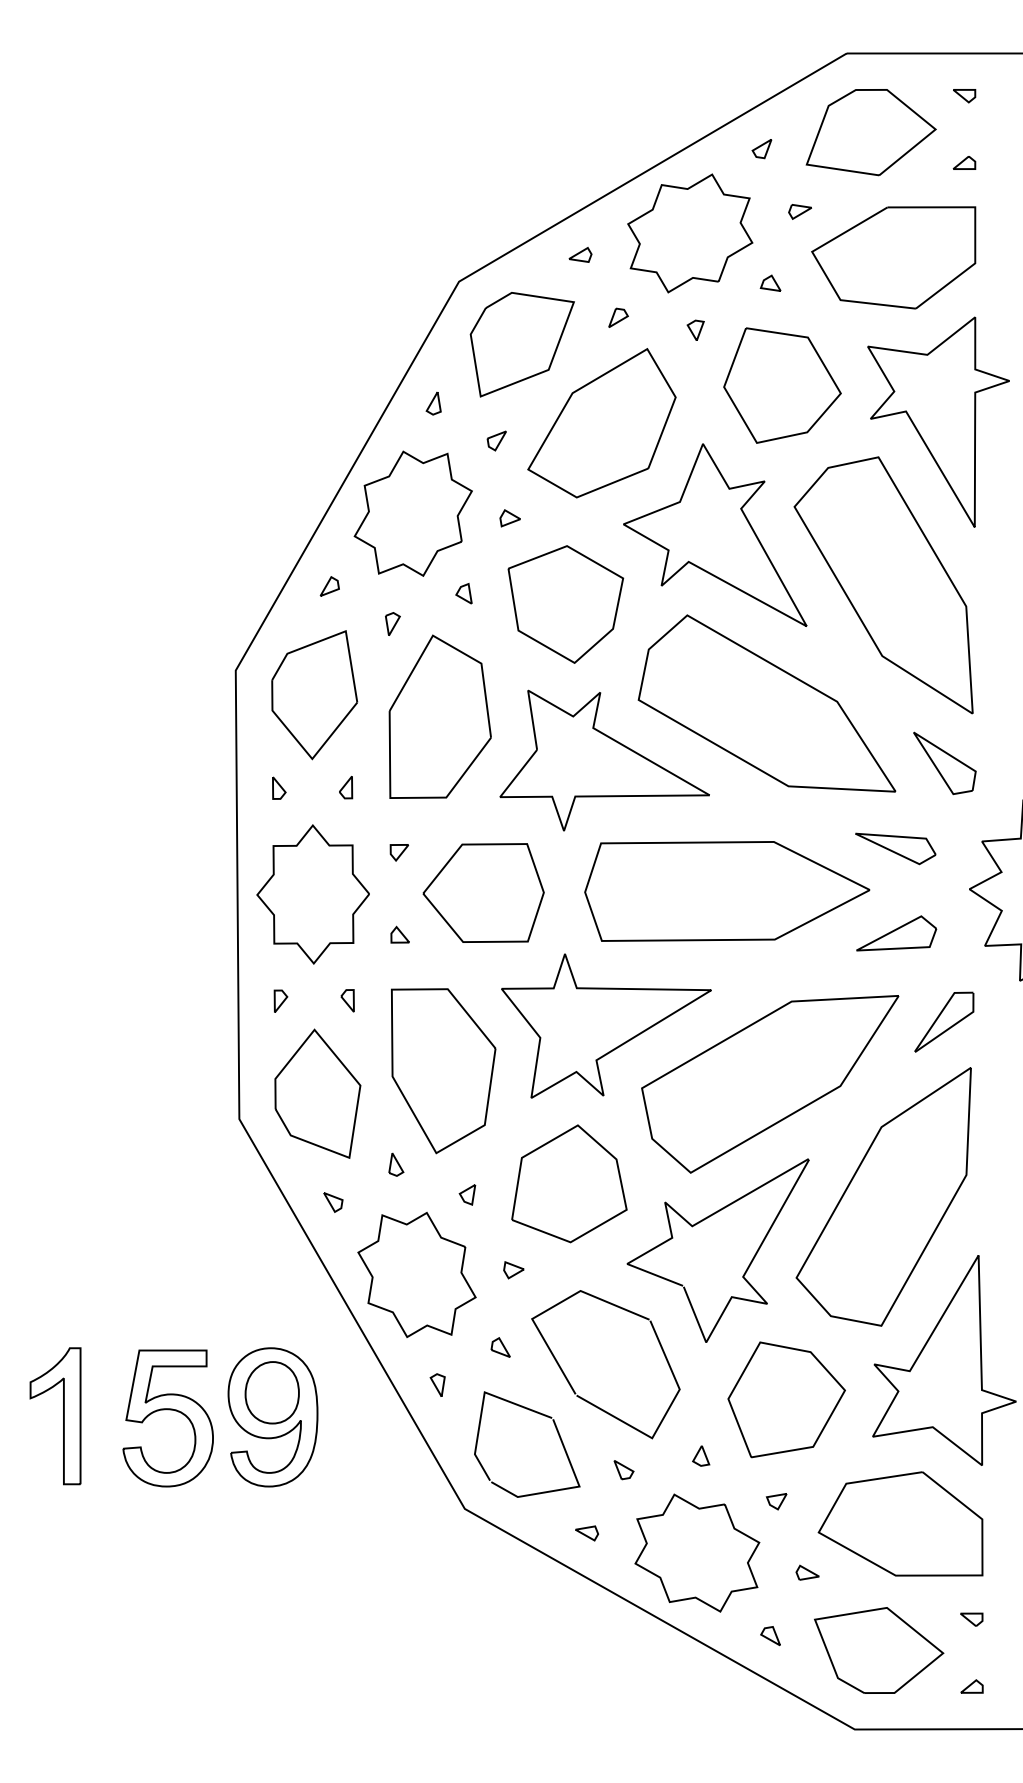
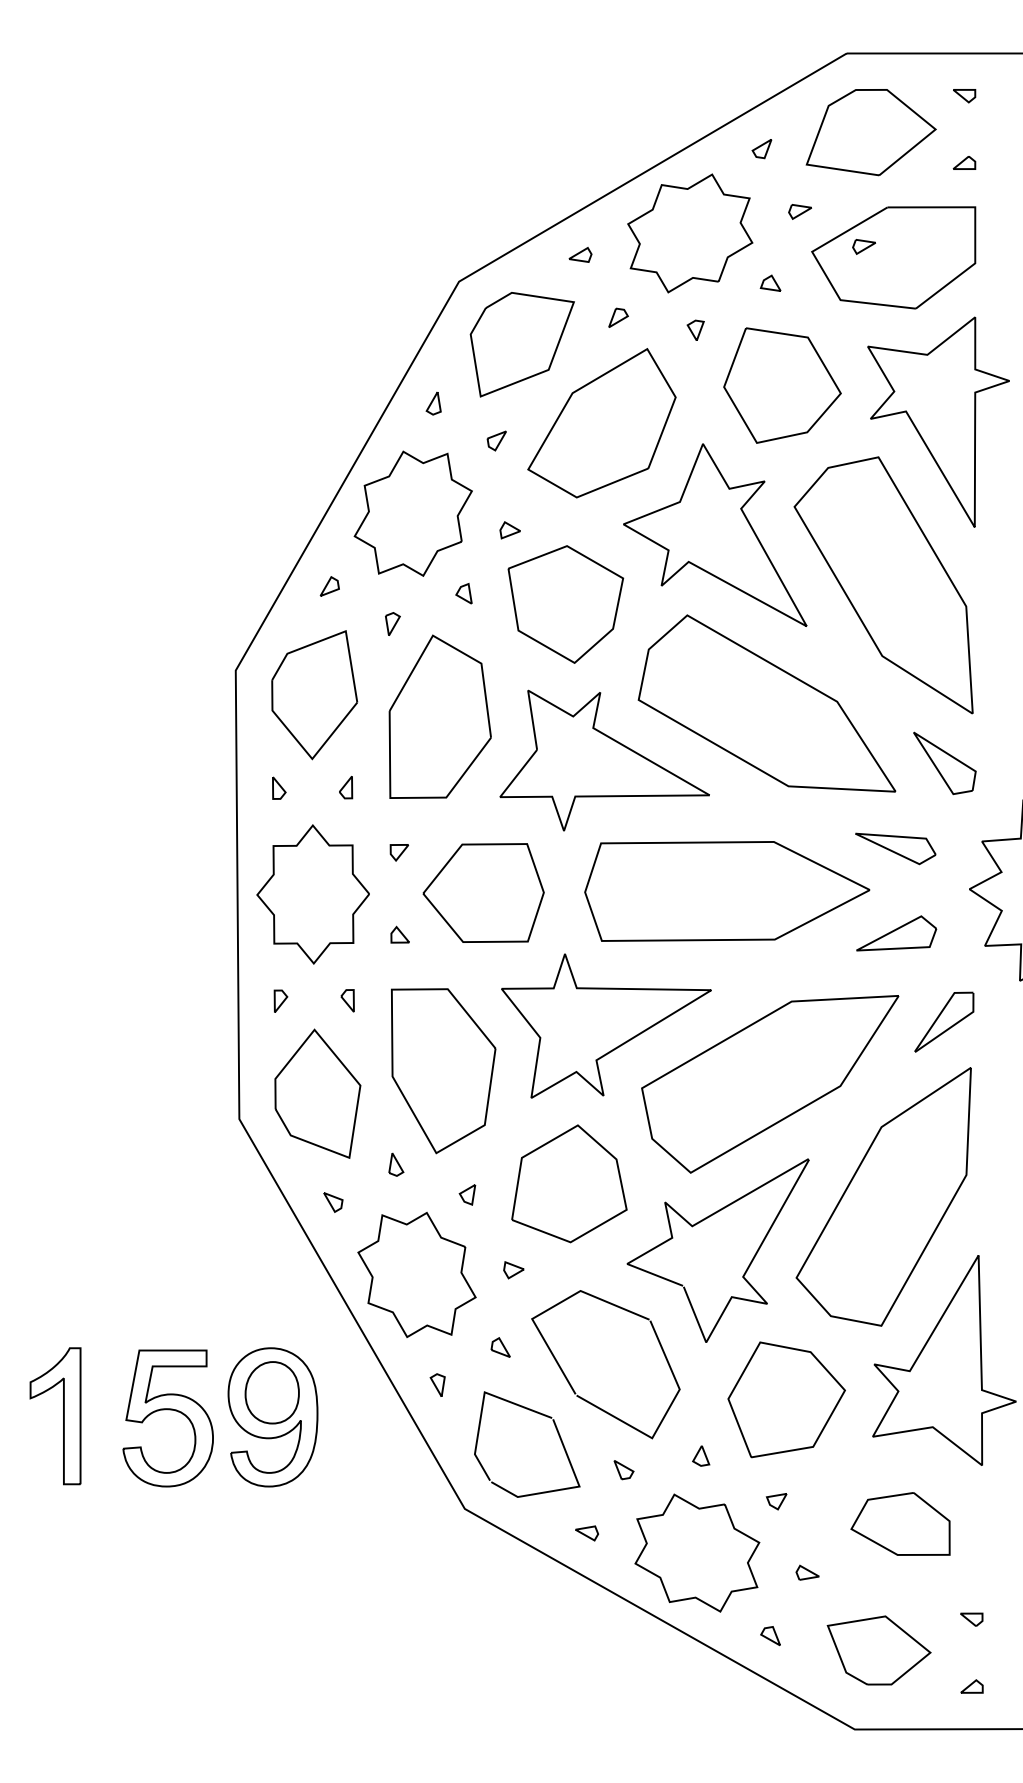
part at (863, 246): none -> present
part at (509, 518) position: (509, 518) -> (509, 530)
part at (900, 1523) size: 167x106 px -> 101x64 px
part at (879, 1650) size: 131x87 px -> 106x71 px
